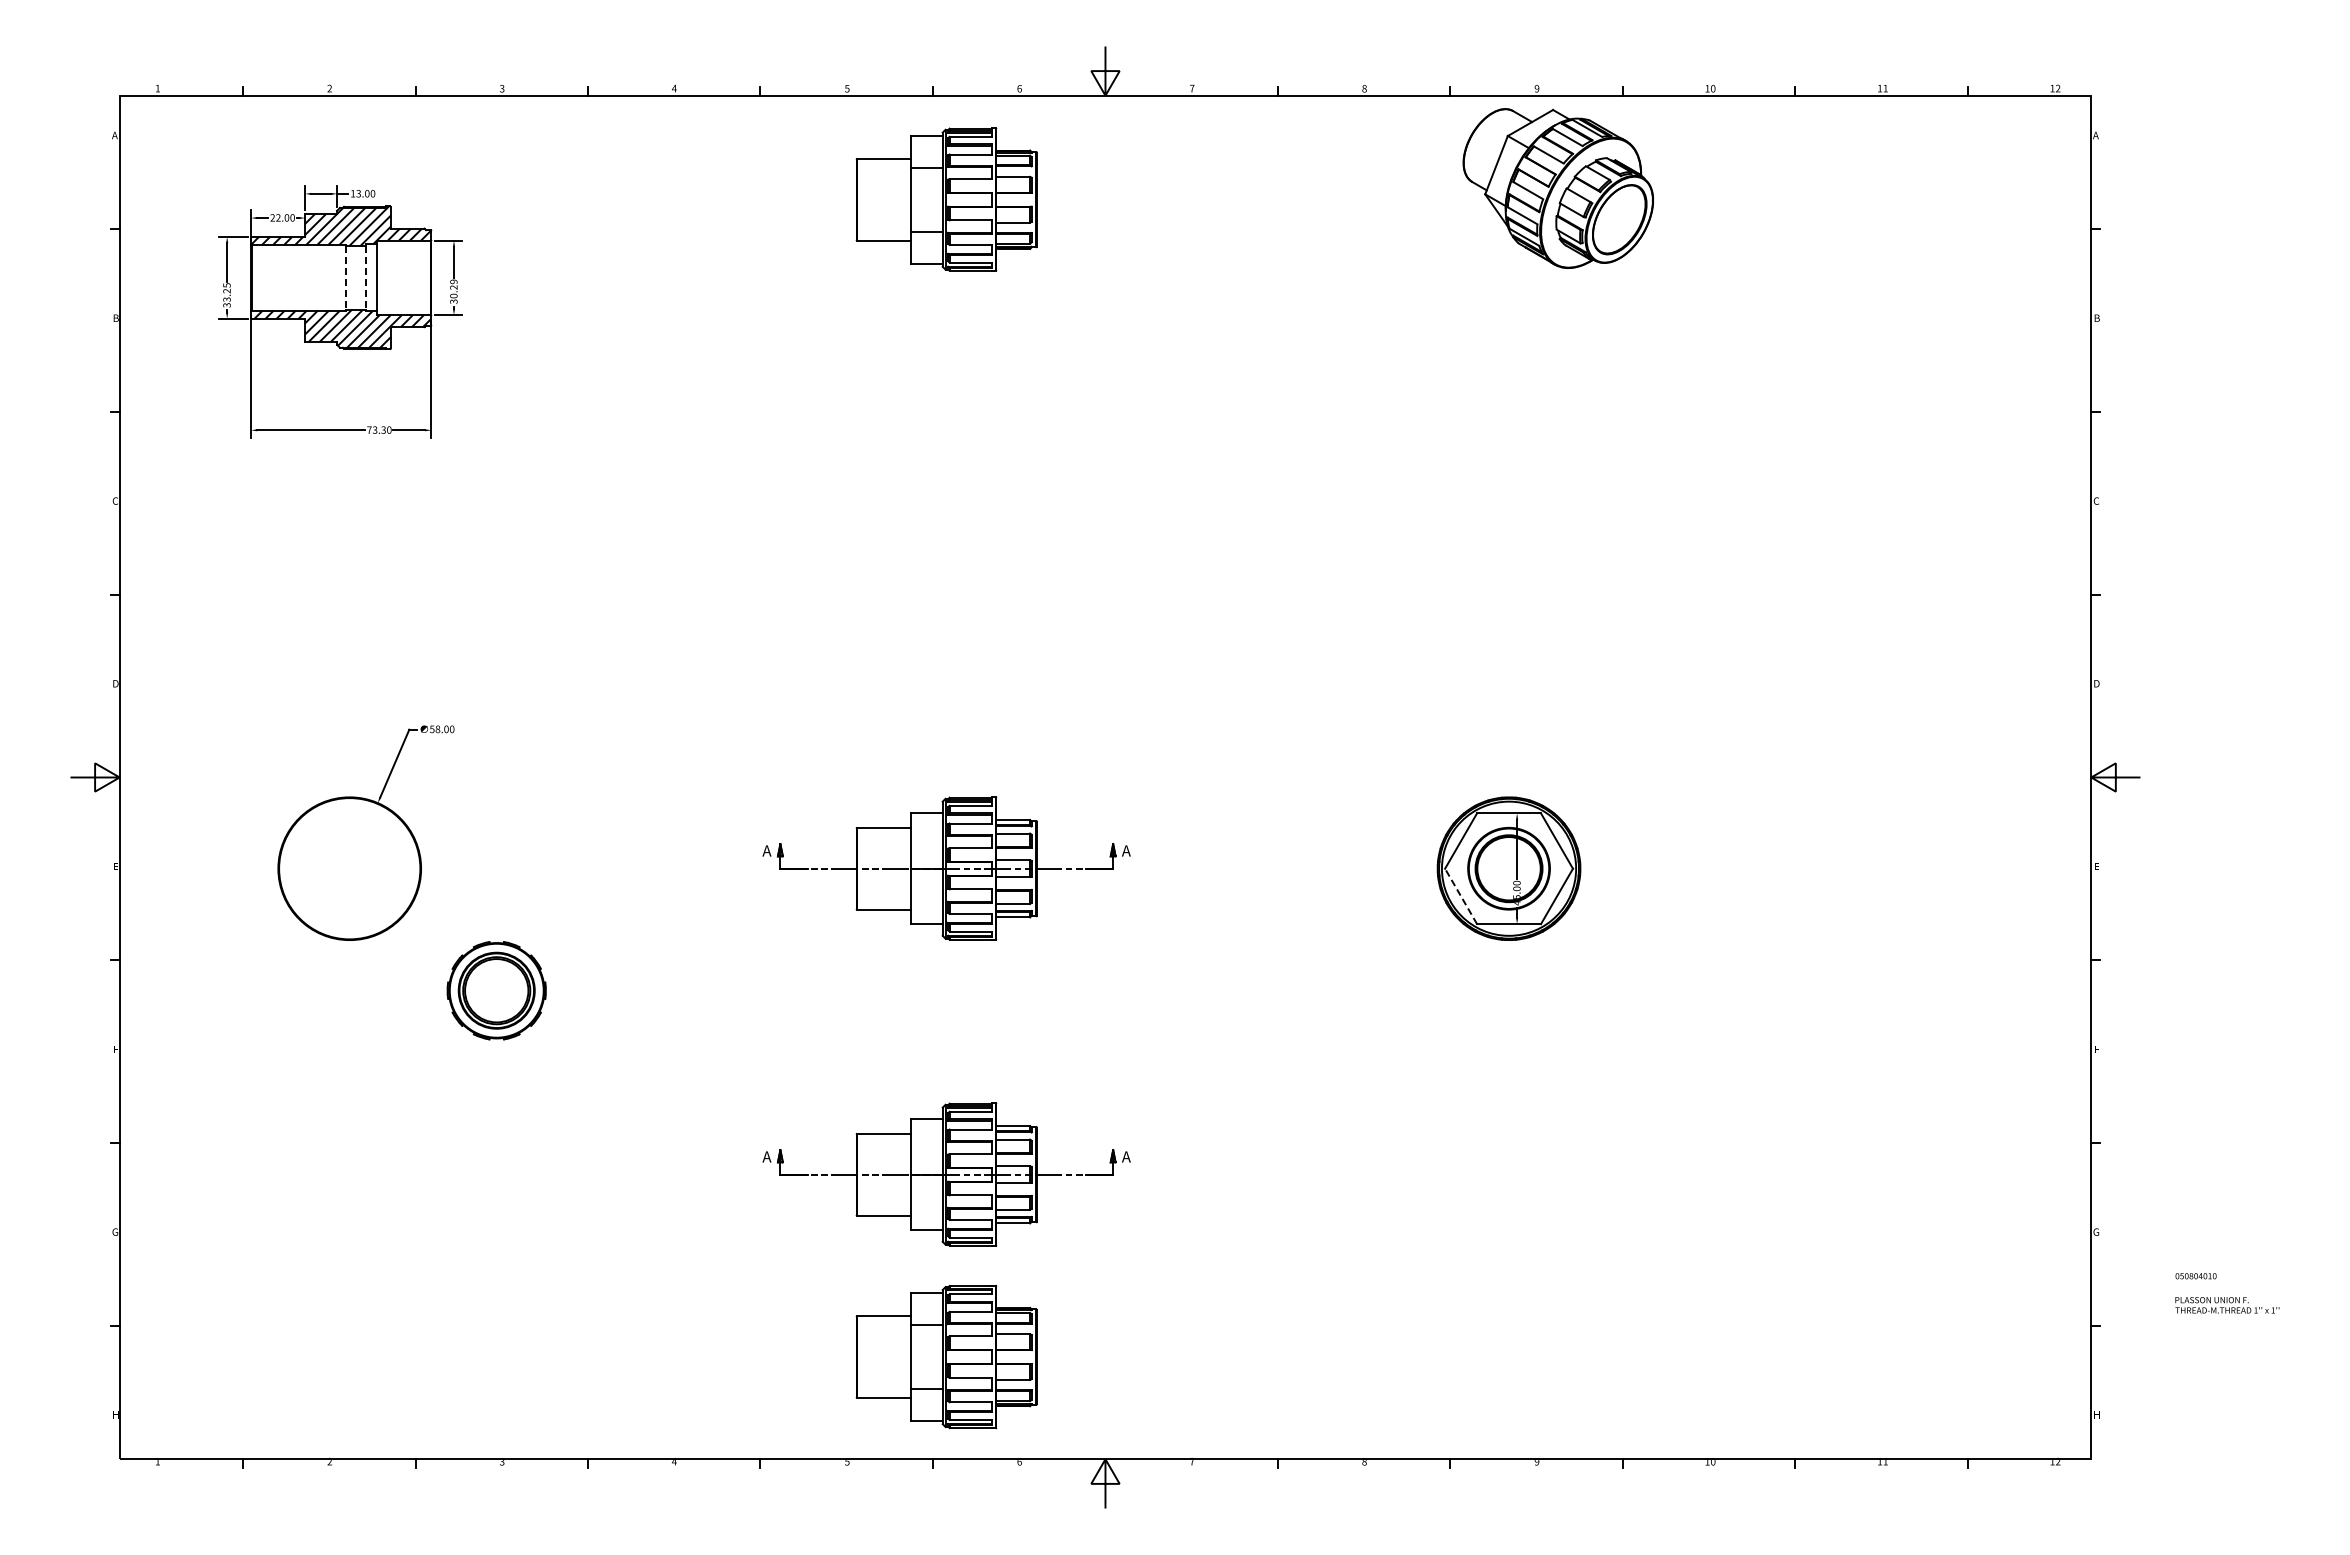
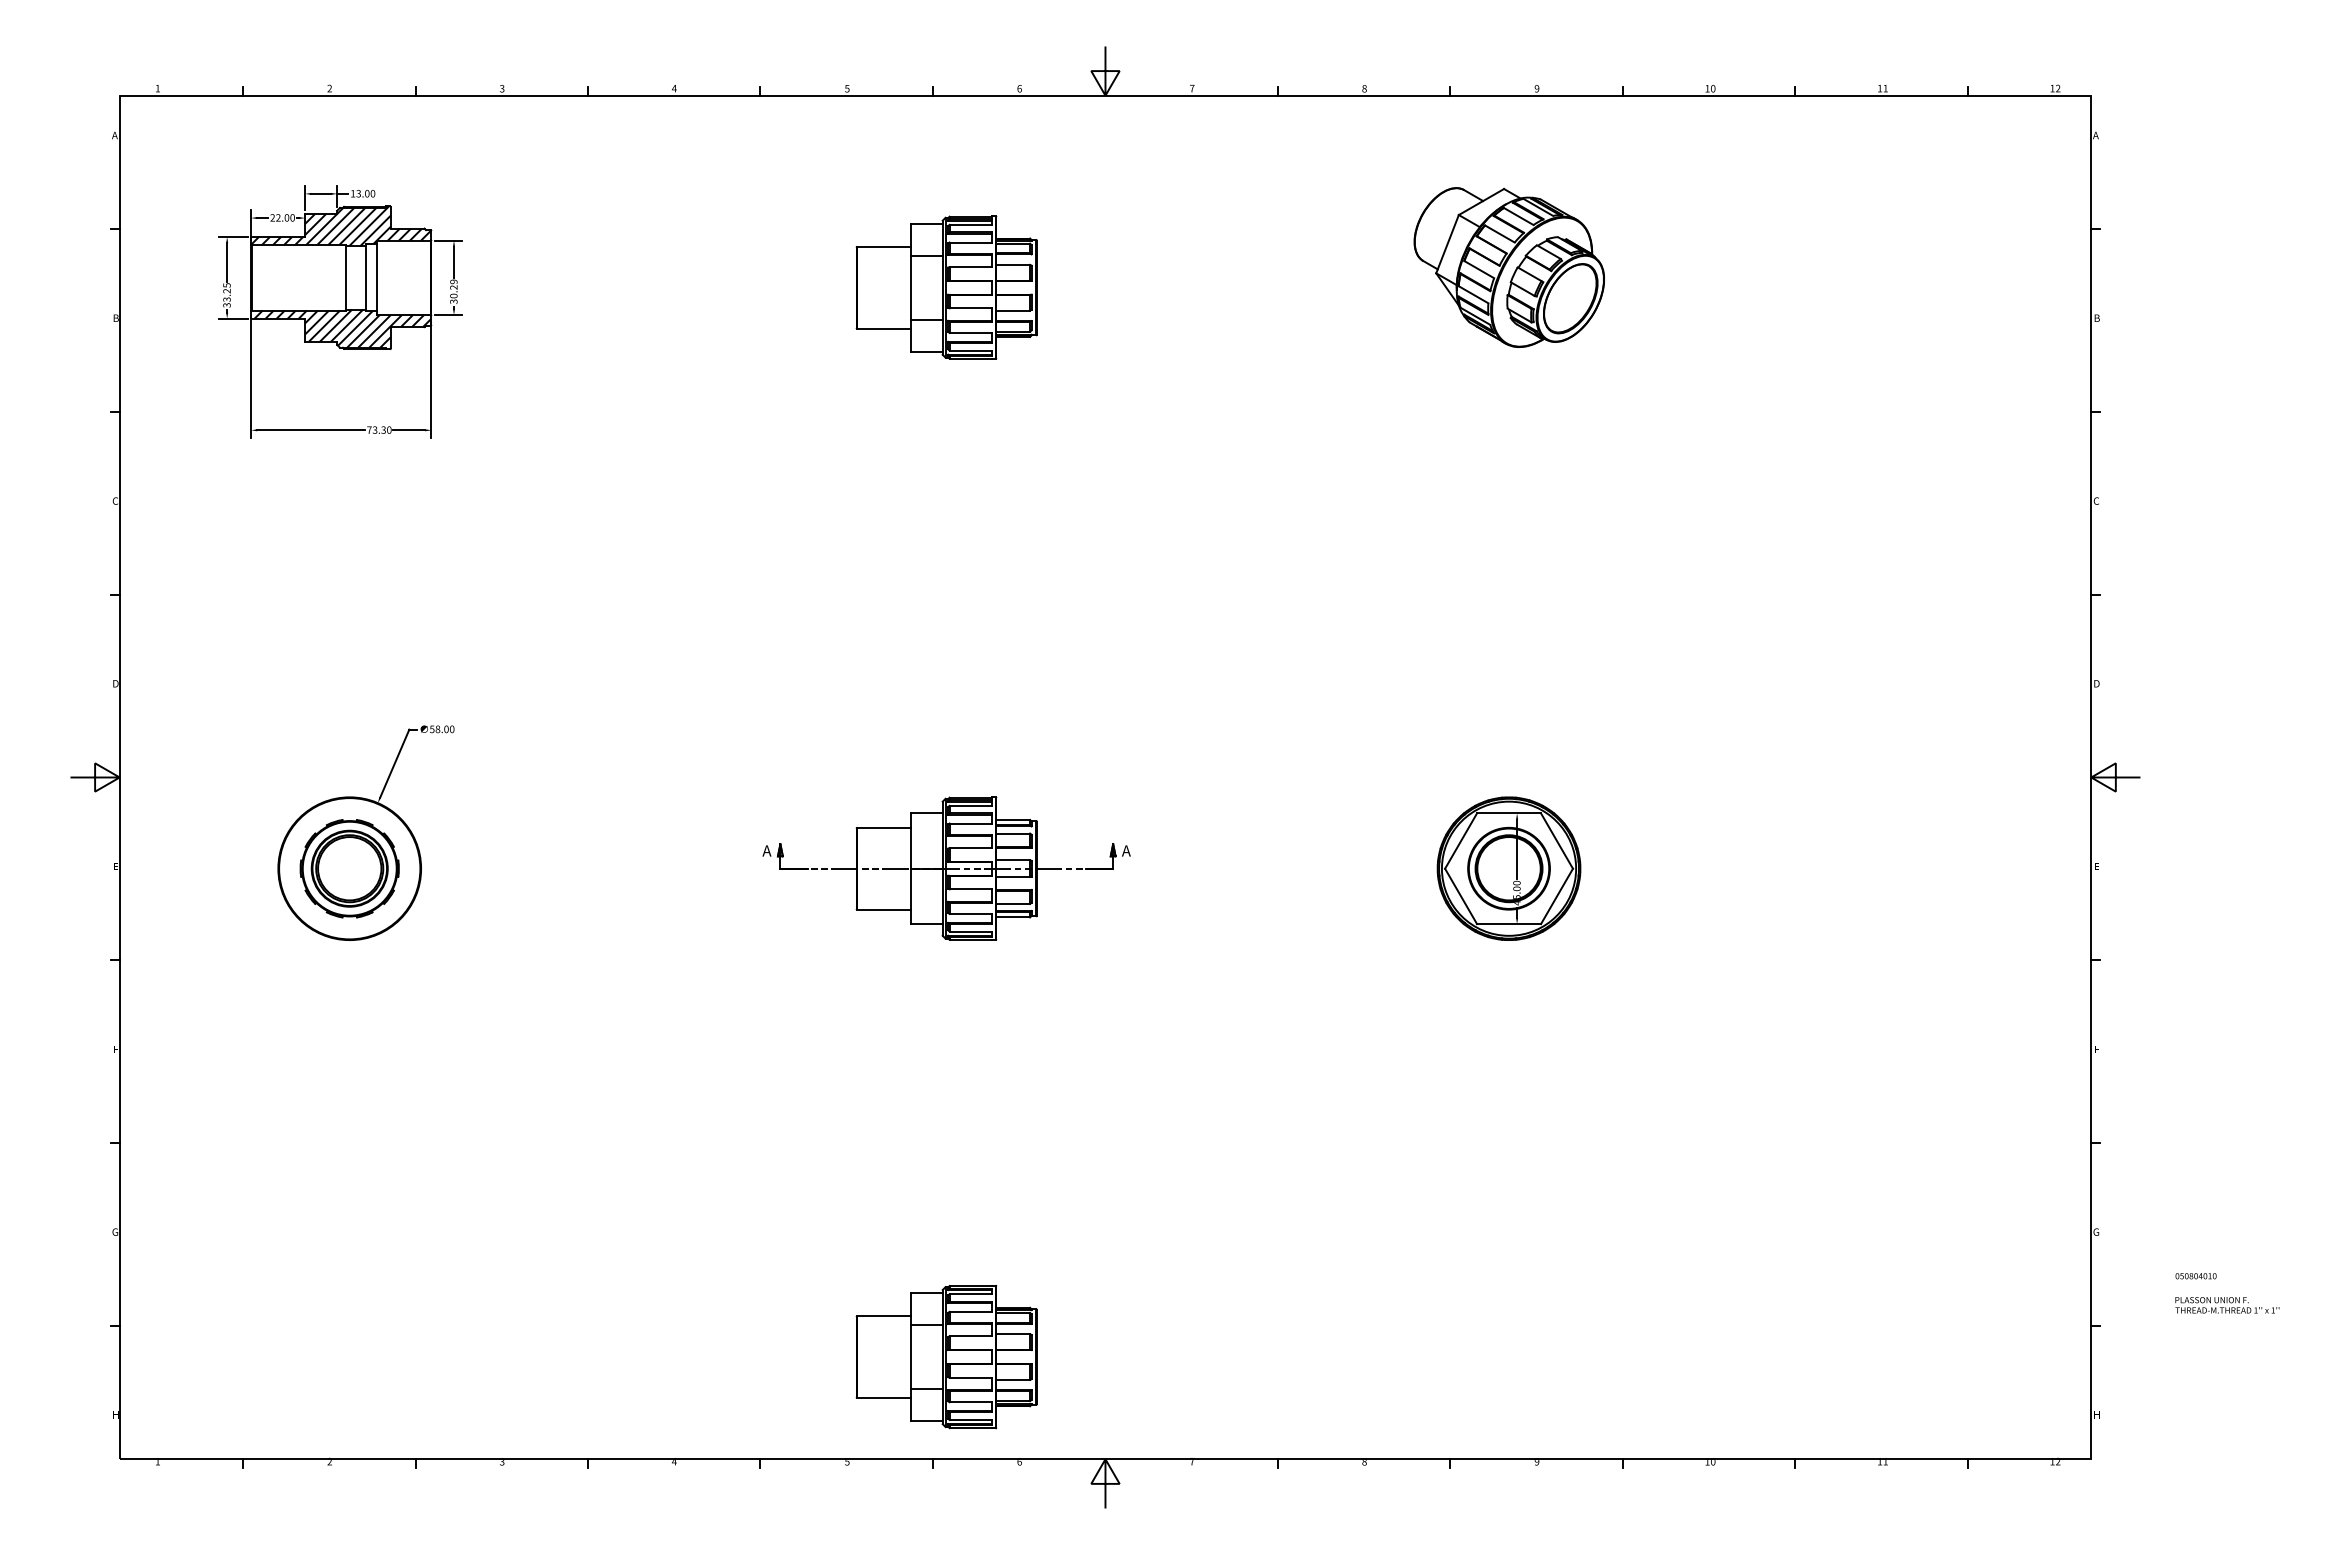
part at (1557, 188) position: (1557, 188) -> (1508, 267)
part at (946, 199) position: (946, 199) -> (946, 287)
line at (345, 277): dashed -> solid
line at (366, 277): dashed -> solid
line at (1461, 896): dashed -> solid
part at (496, 990) position: (496, 990) -> (349, 868)
part at (946, 1174): present -> none
